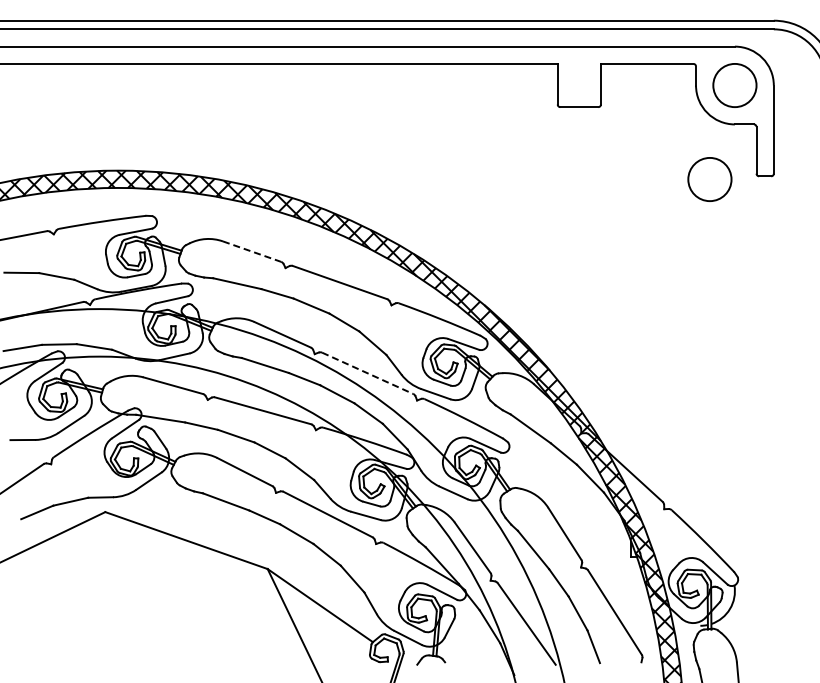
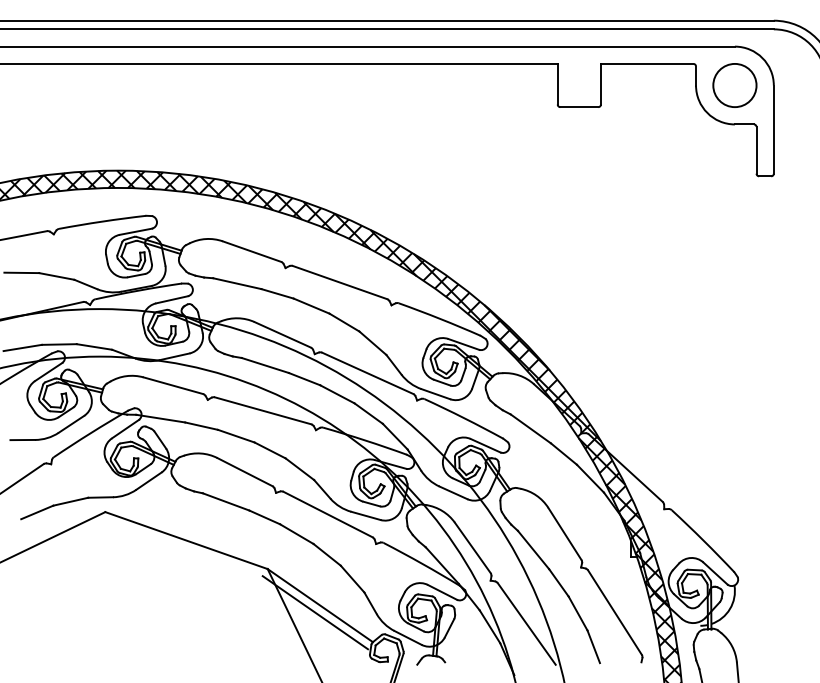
circle at (709, 179): present -> none
line at (252, 251): dashed -> solid
line at (368, 373): dashed -> solid
line at (315, 612): none -> present
